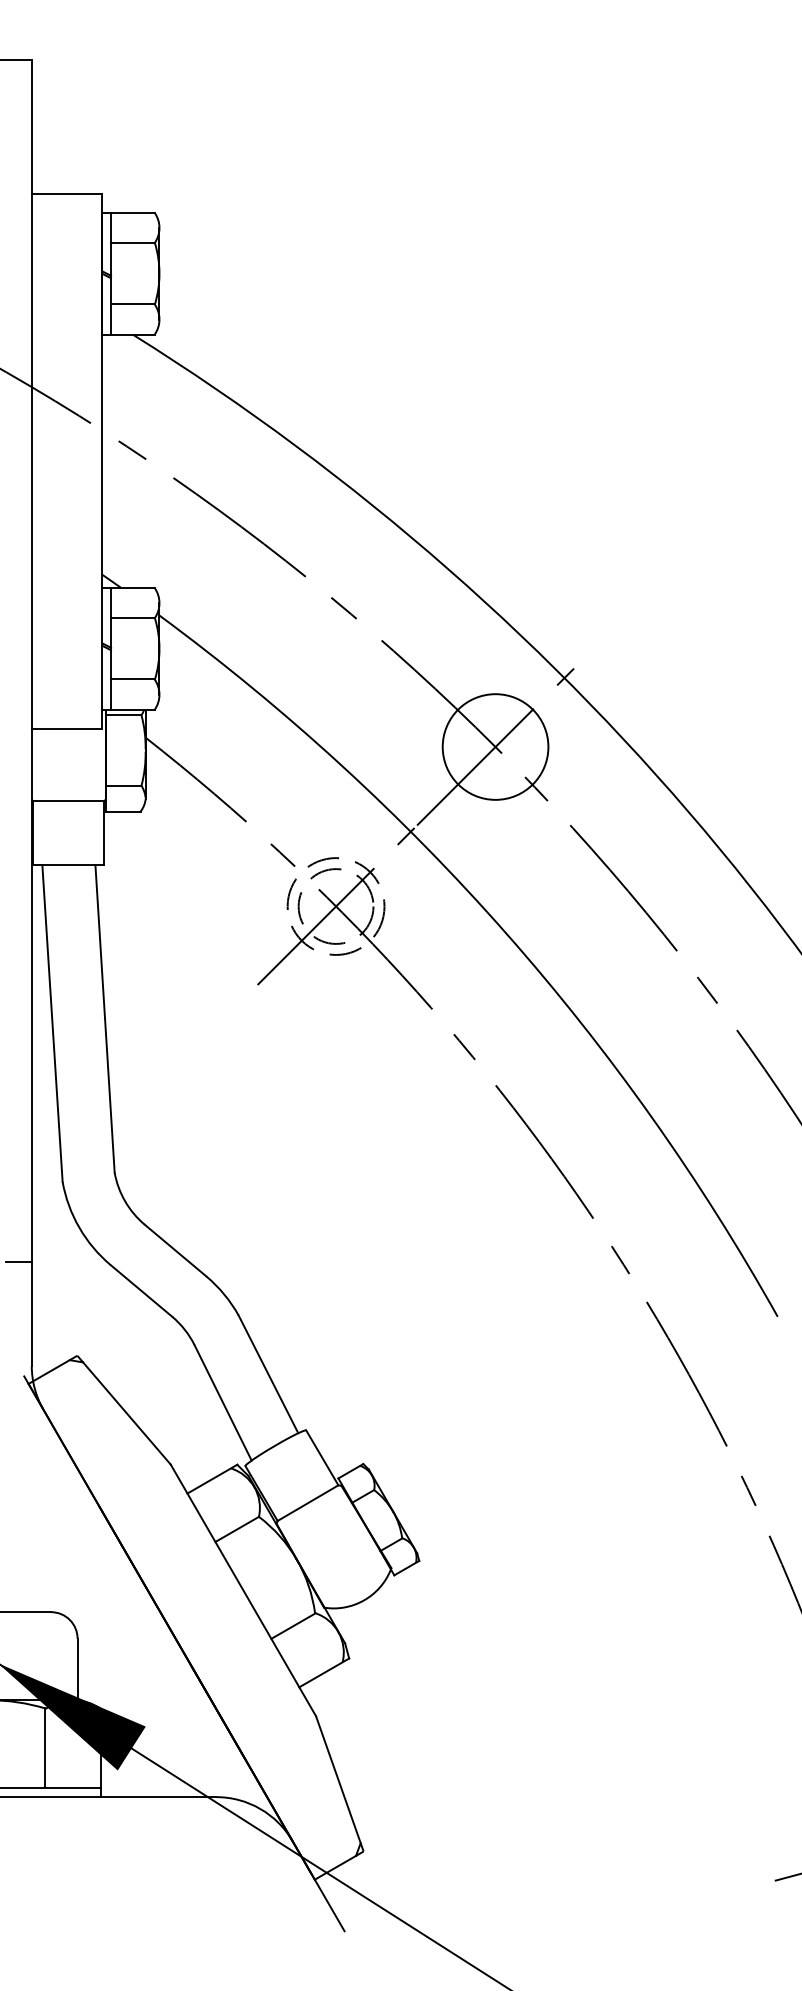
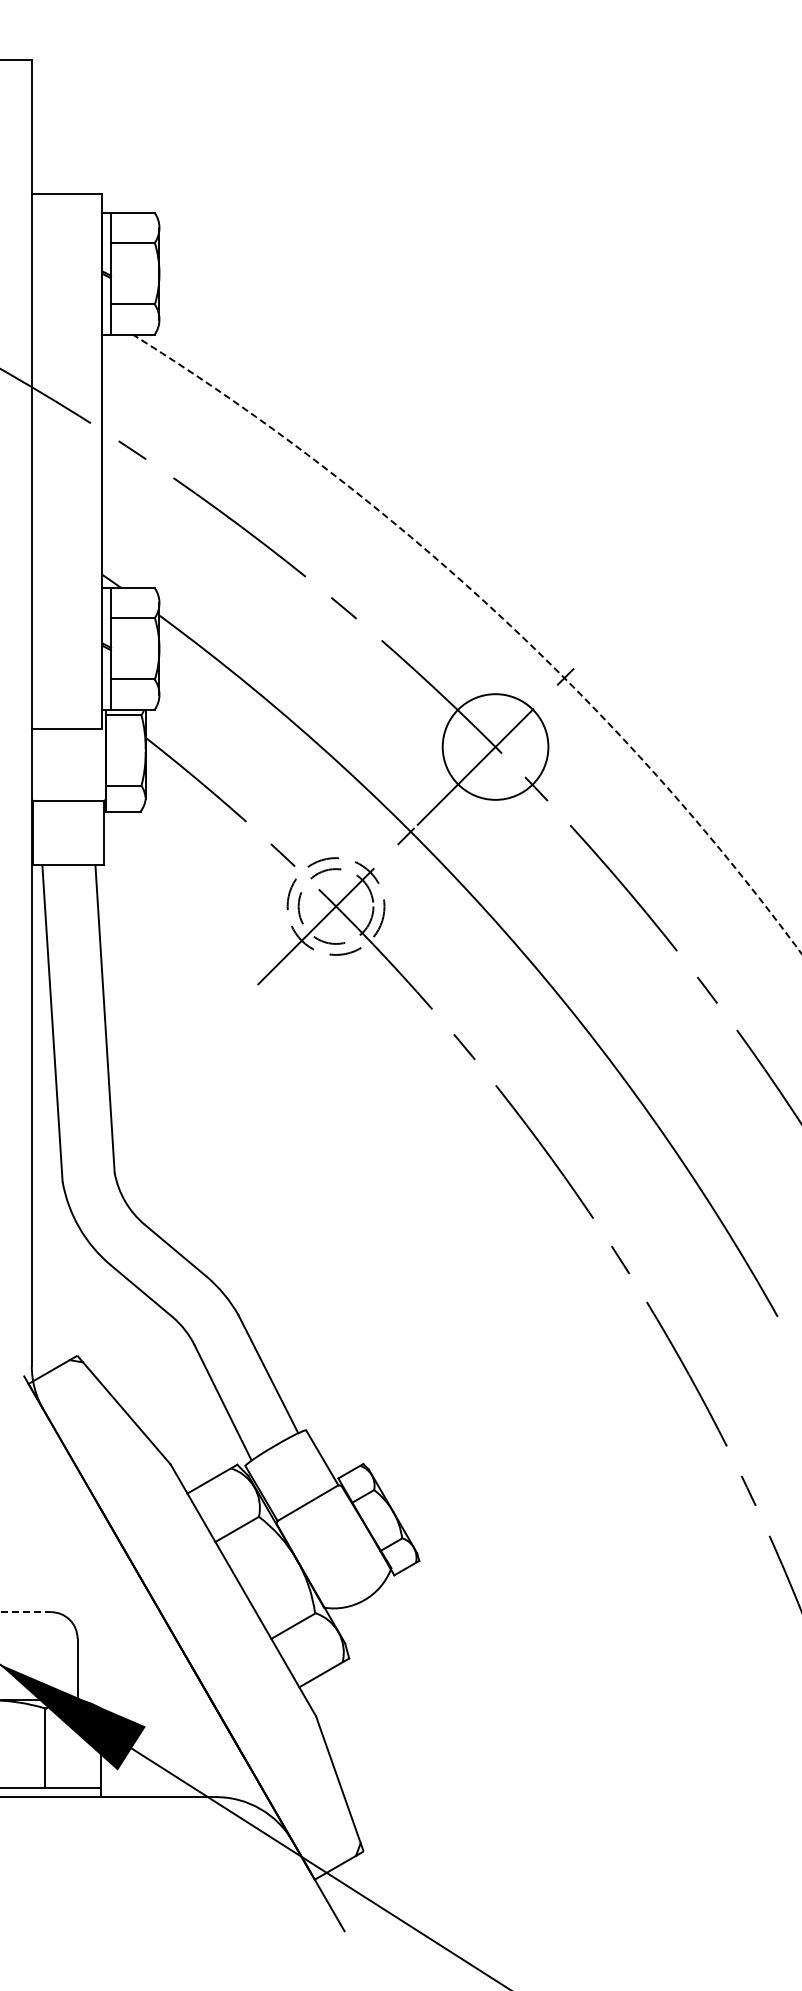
arc at (494, 611): solid -> dashed
line at (18, 1261): present -> none
line at (26, 1612): solid -> dashed
line at (786, 1877): present -> none
